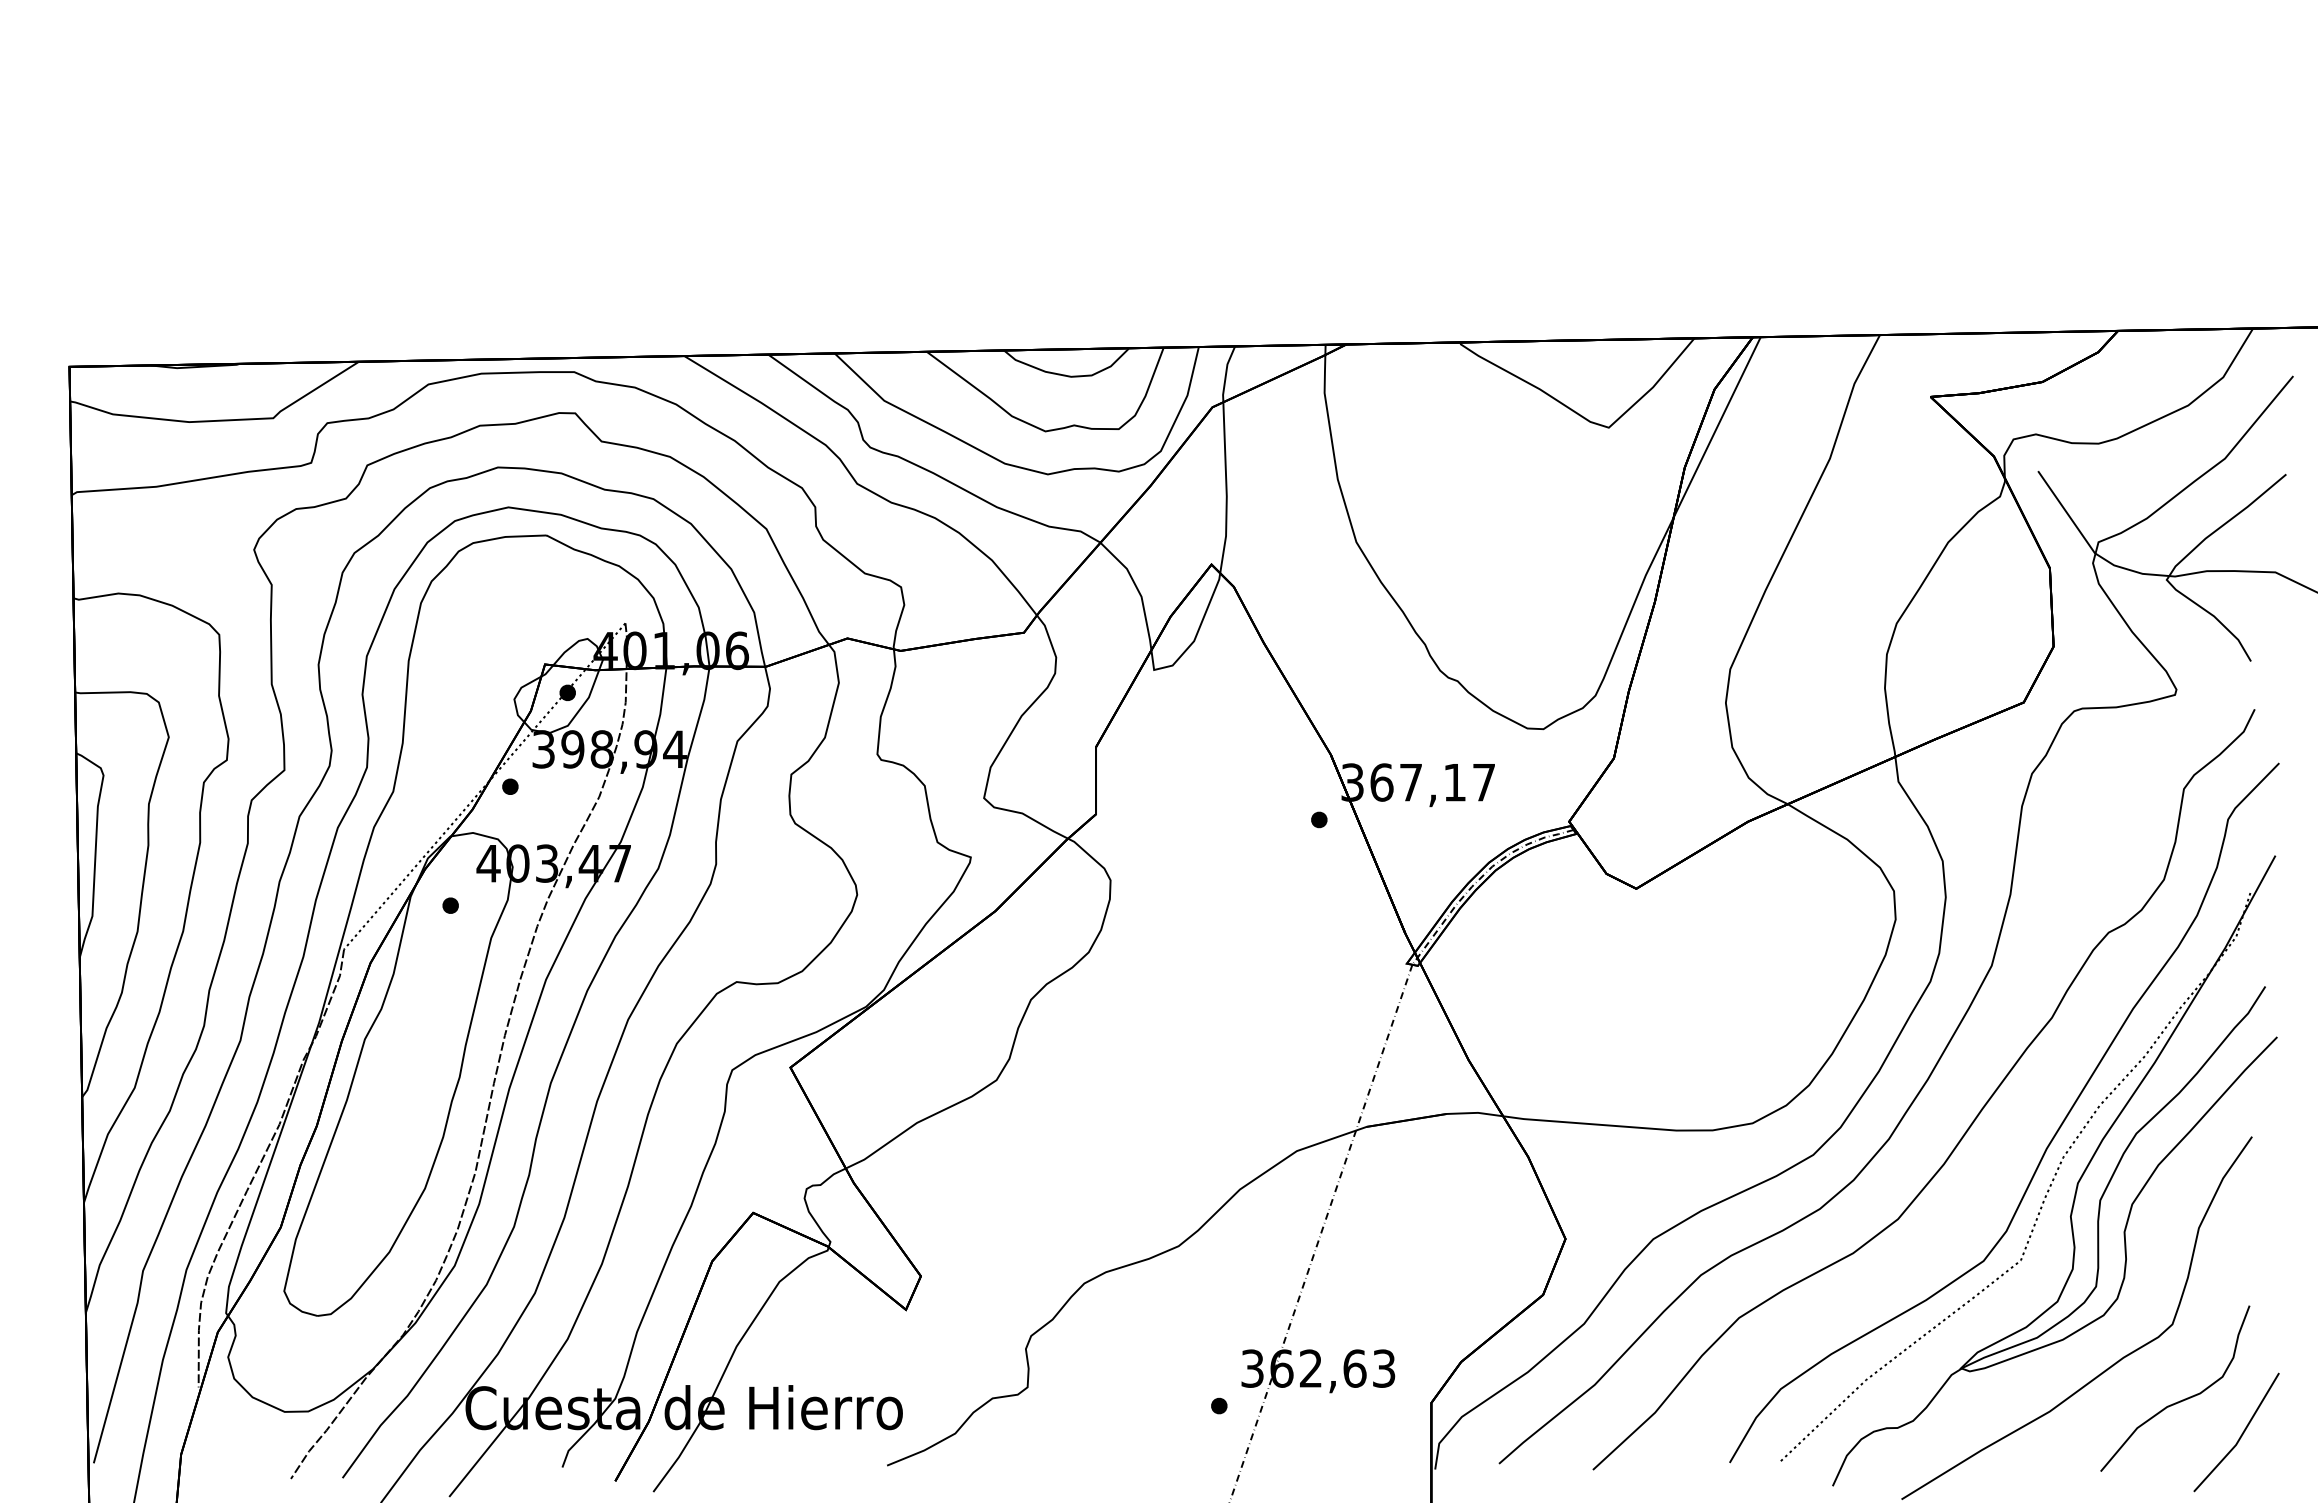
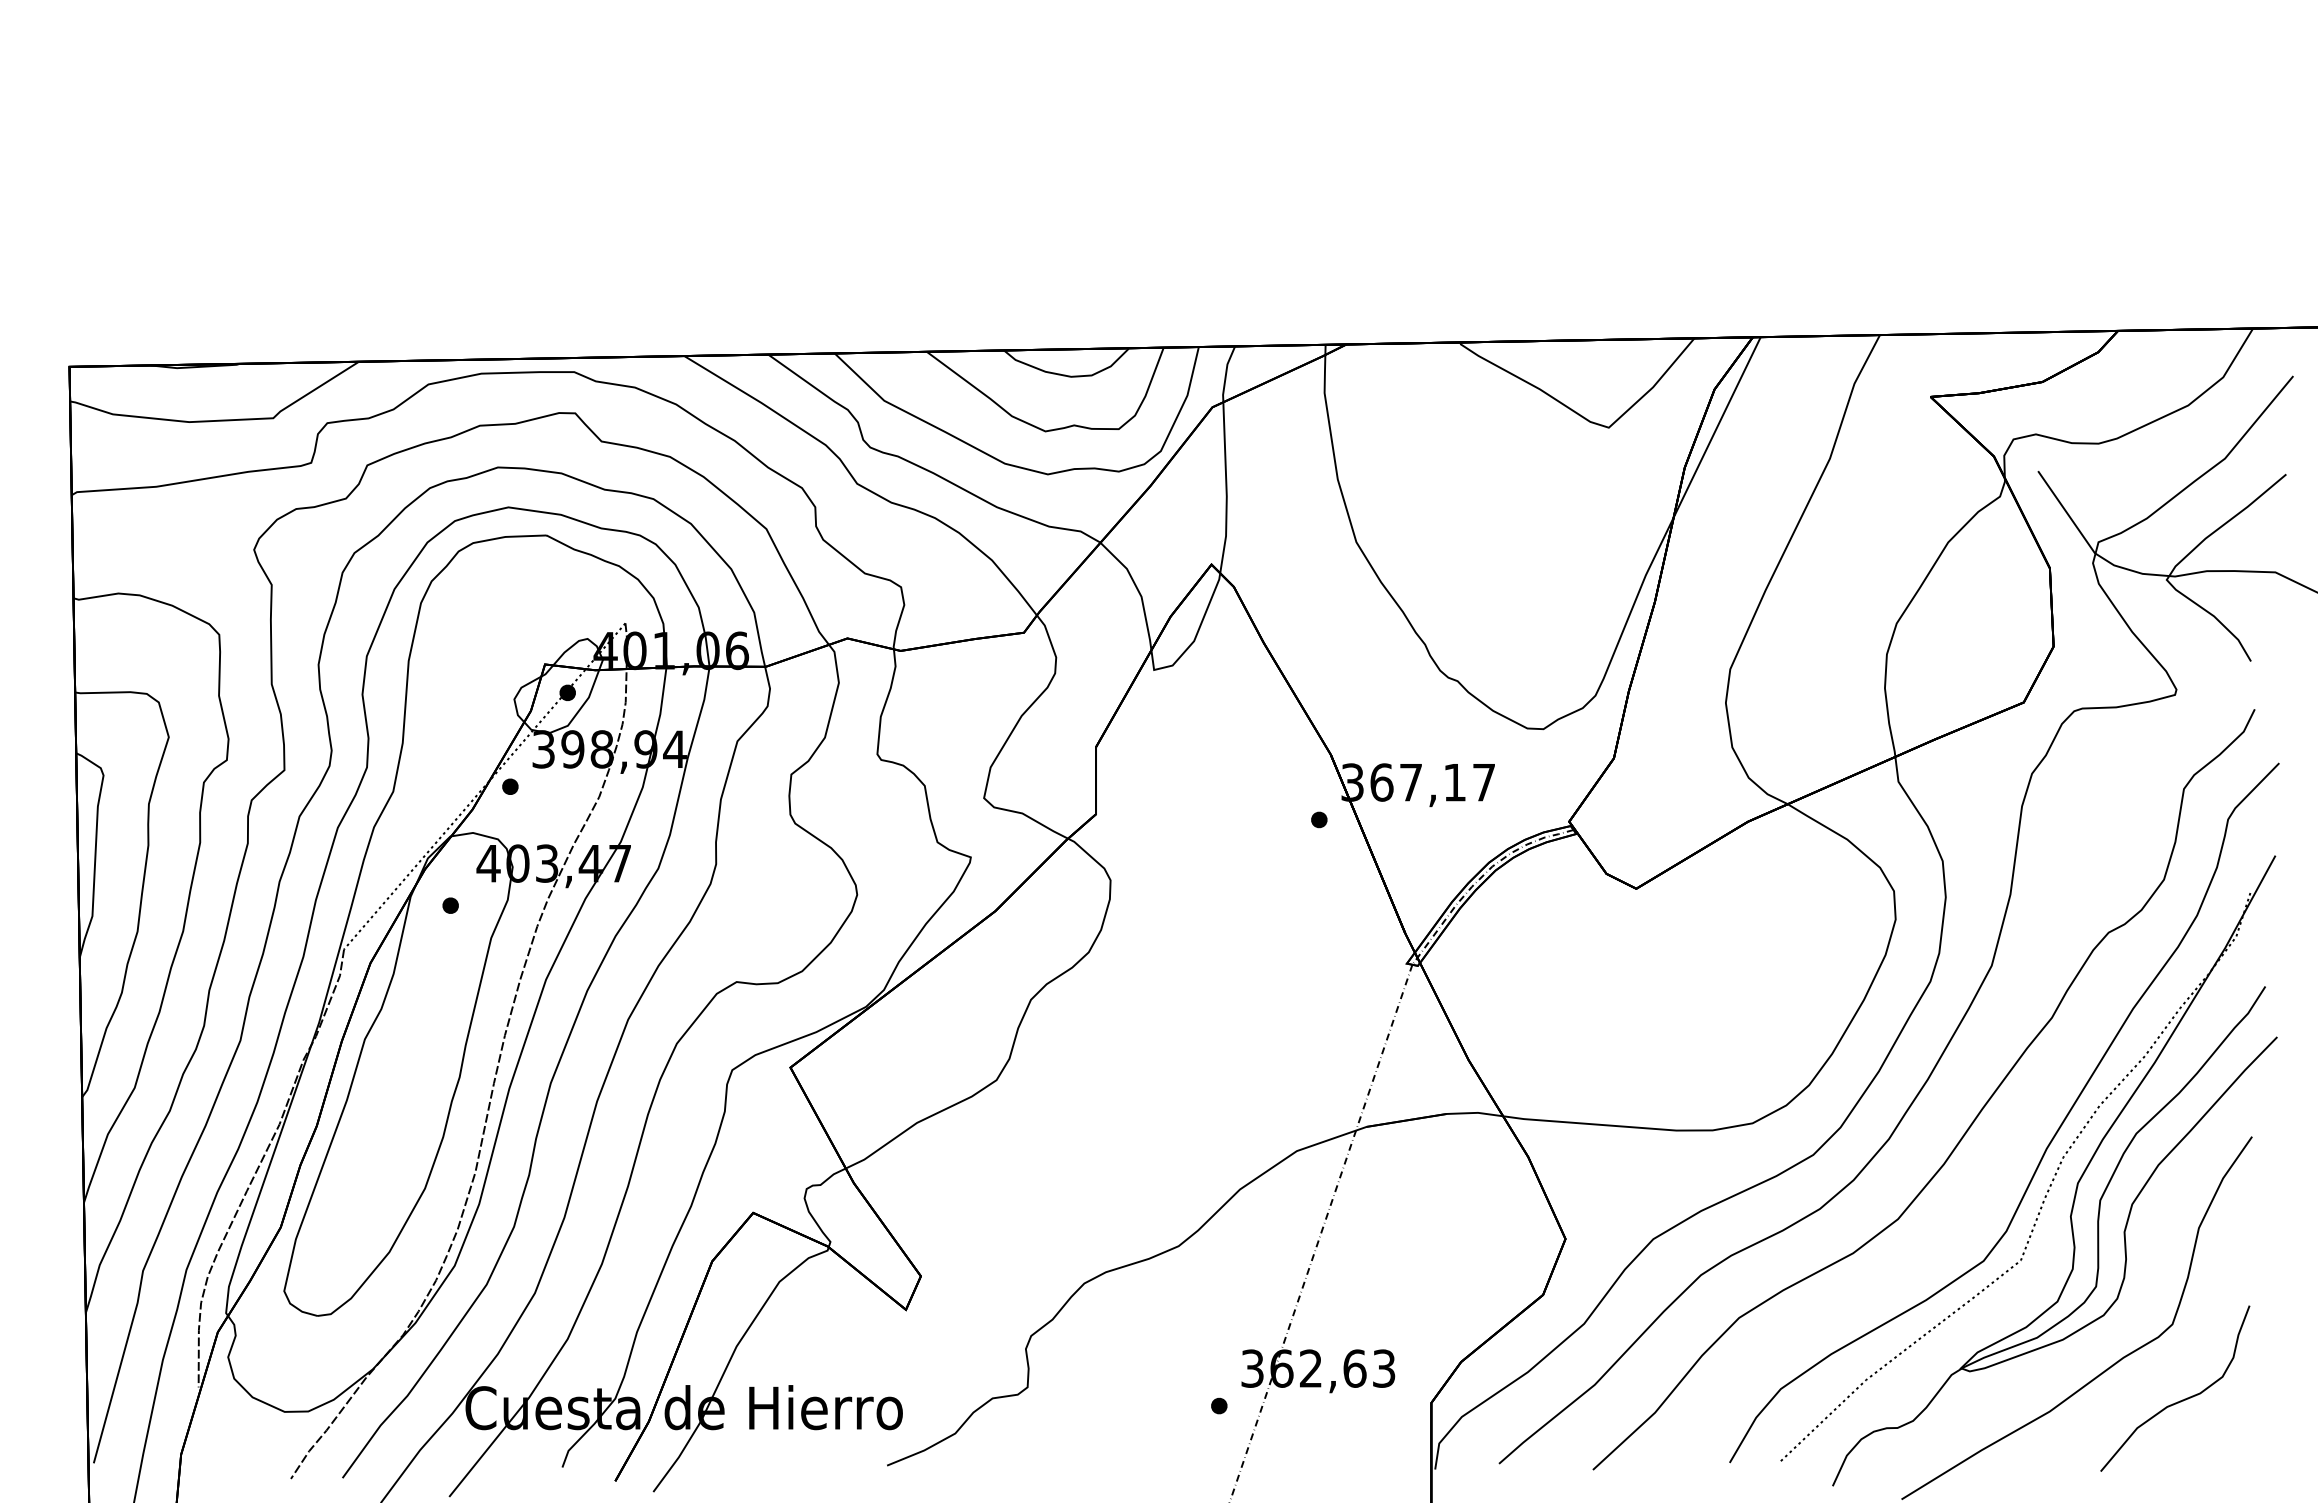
line at (2240, 1435): present -> none
